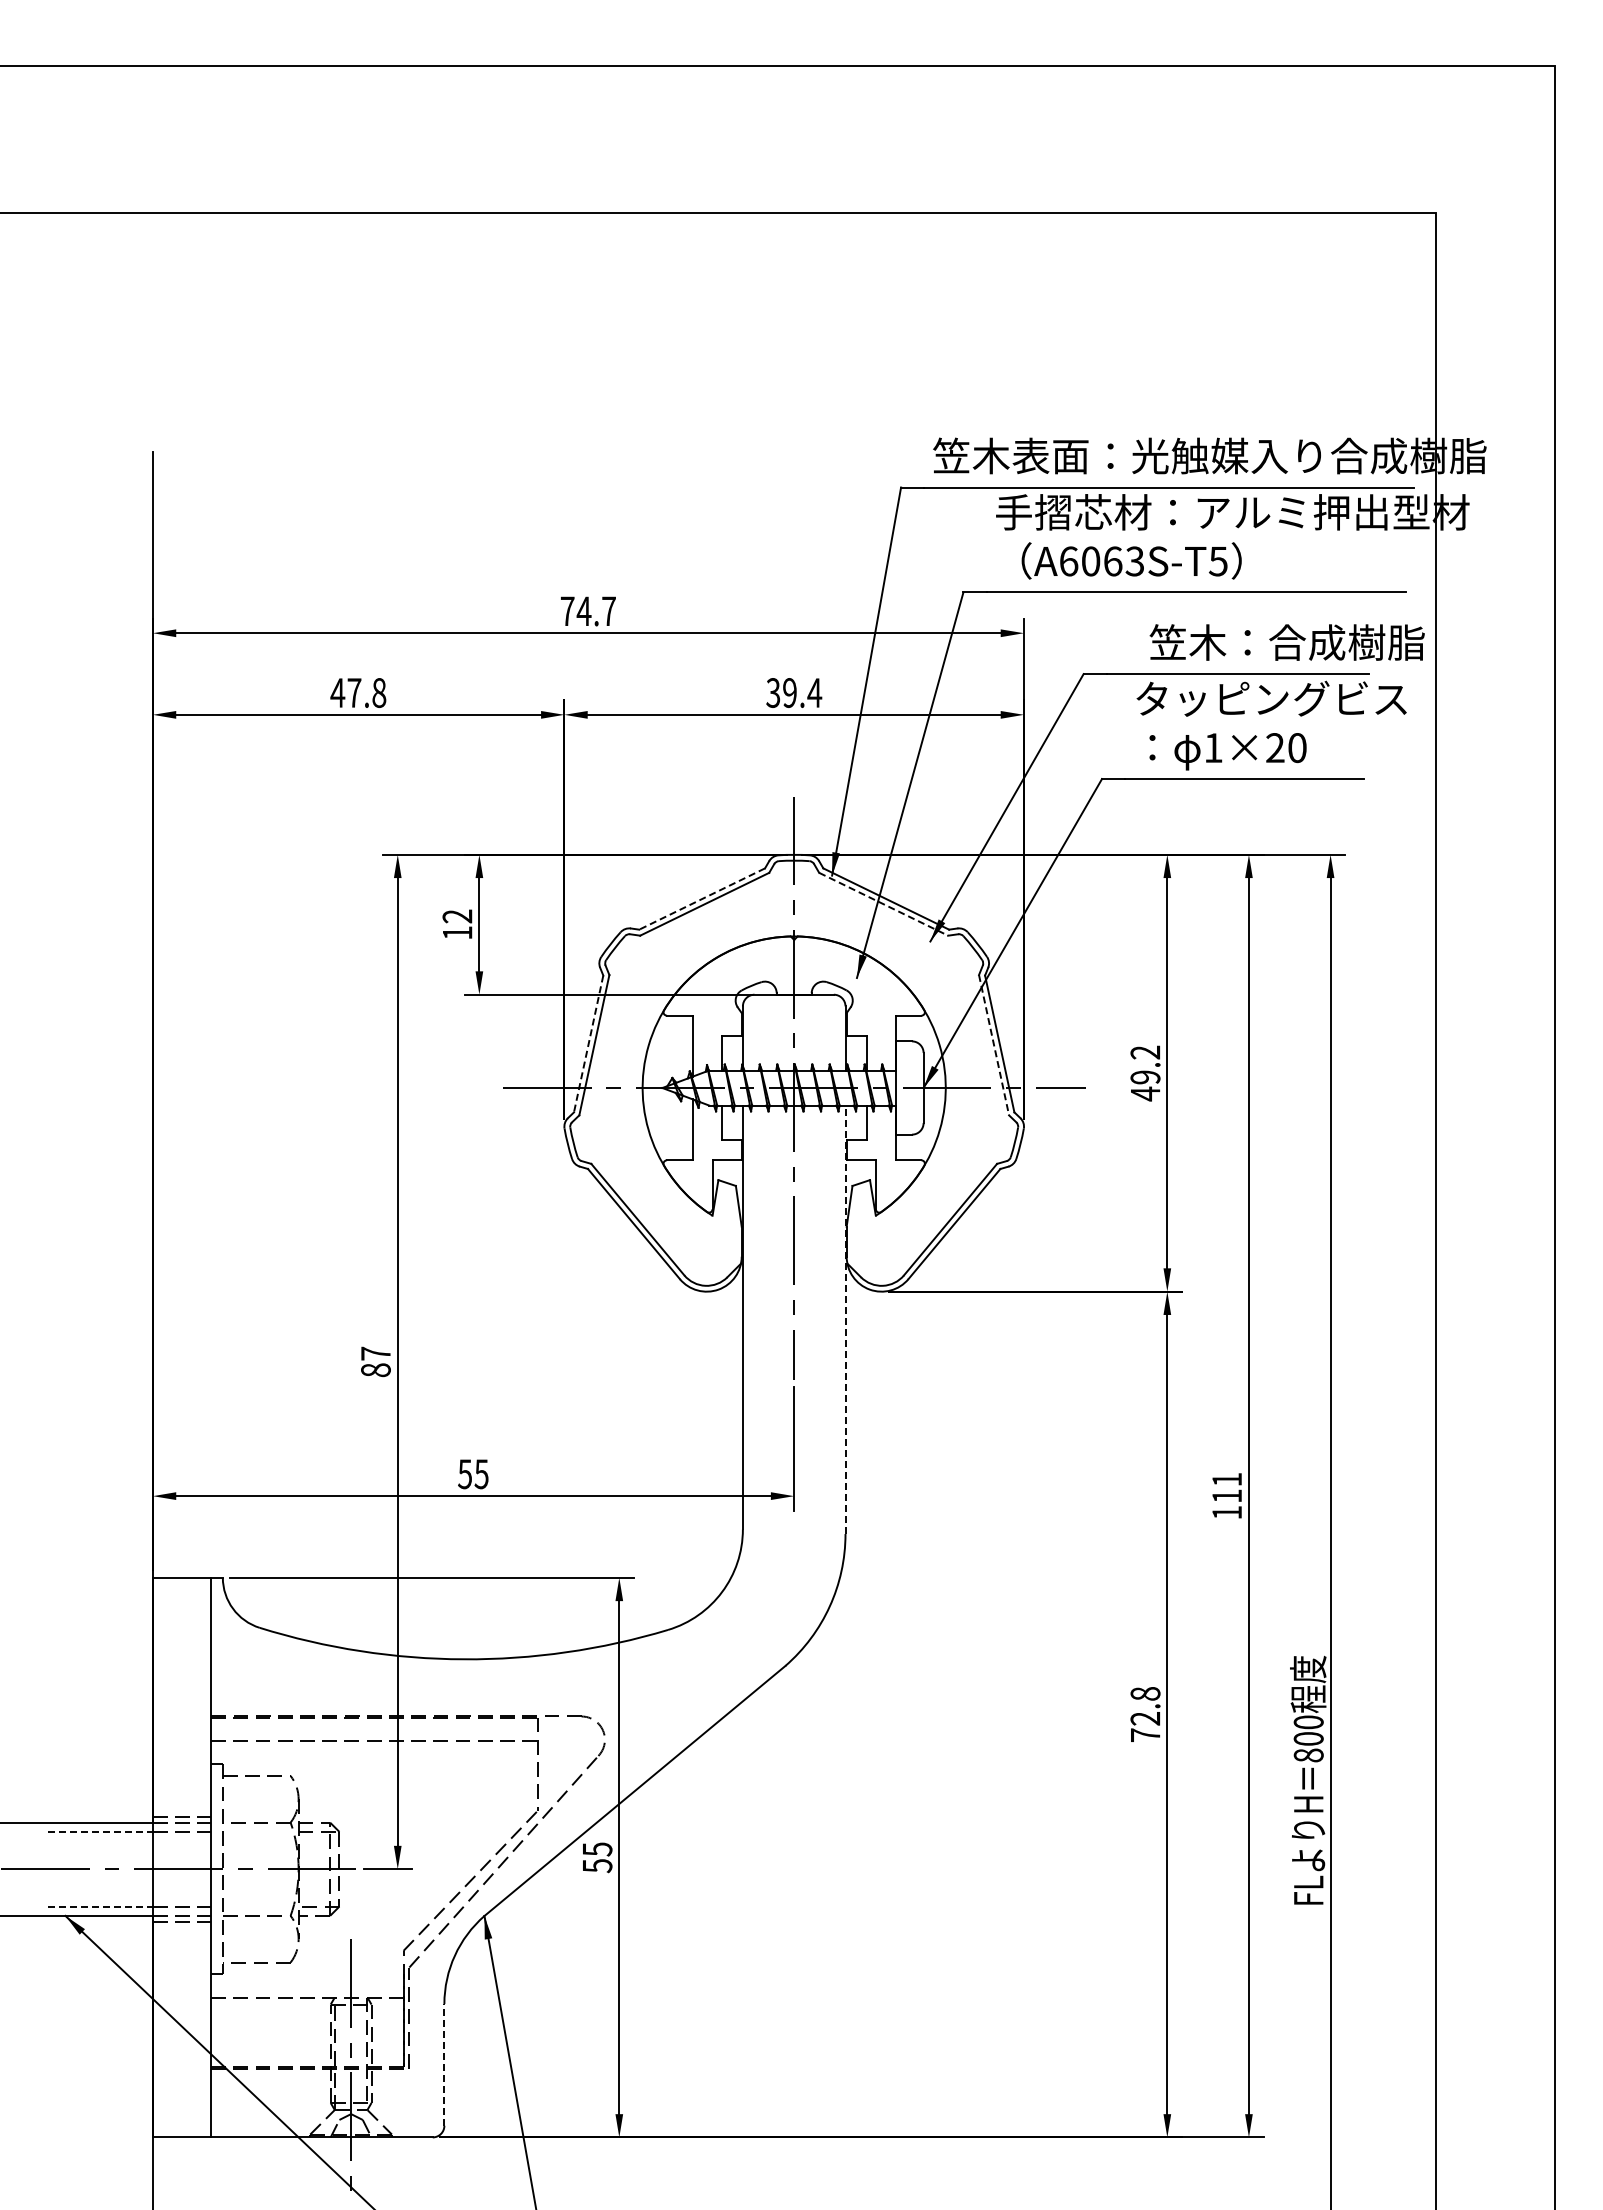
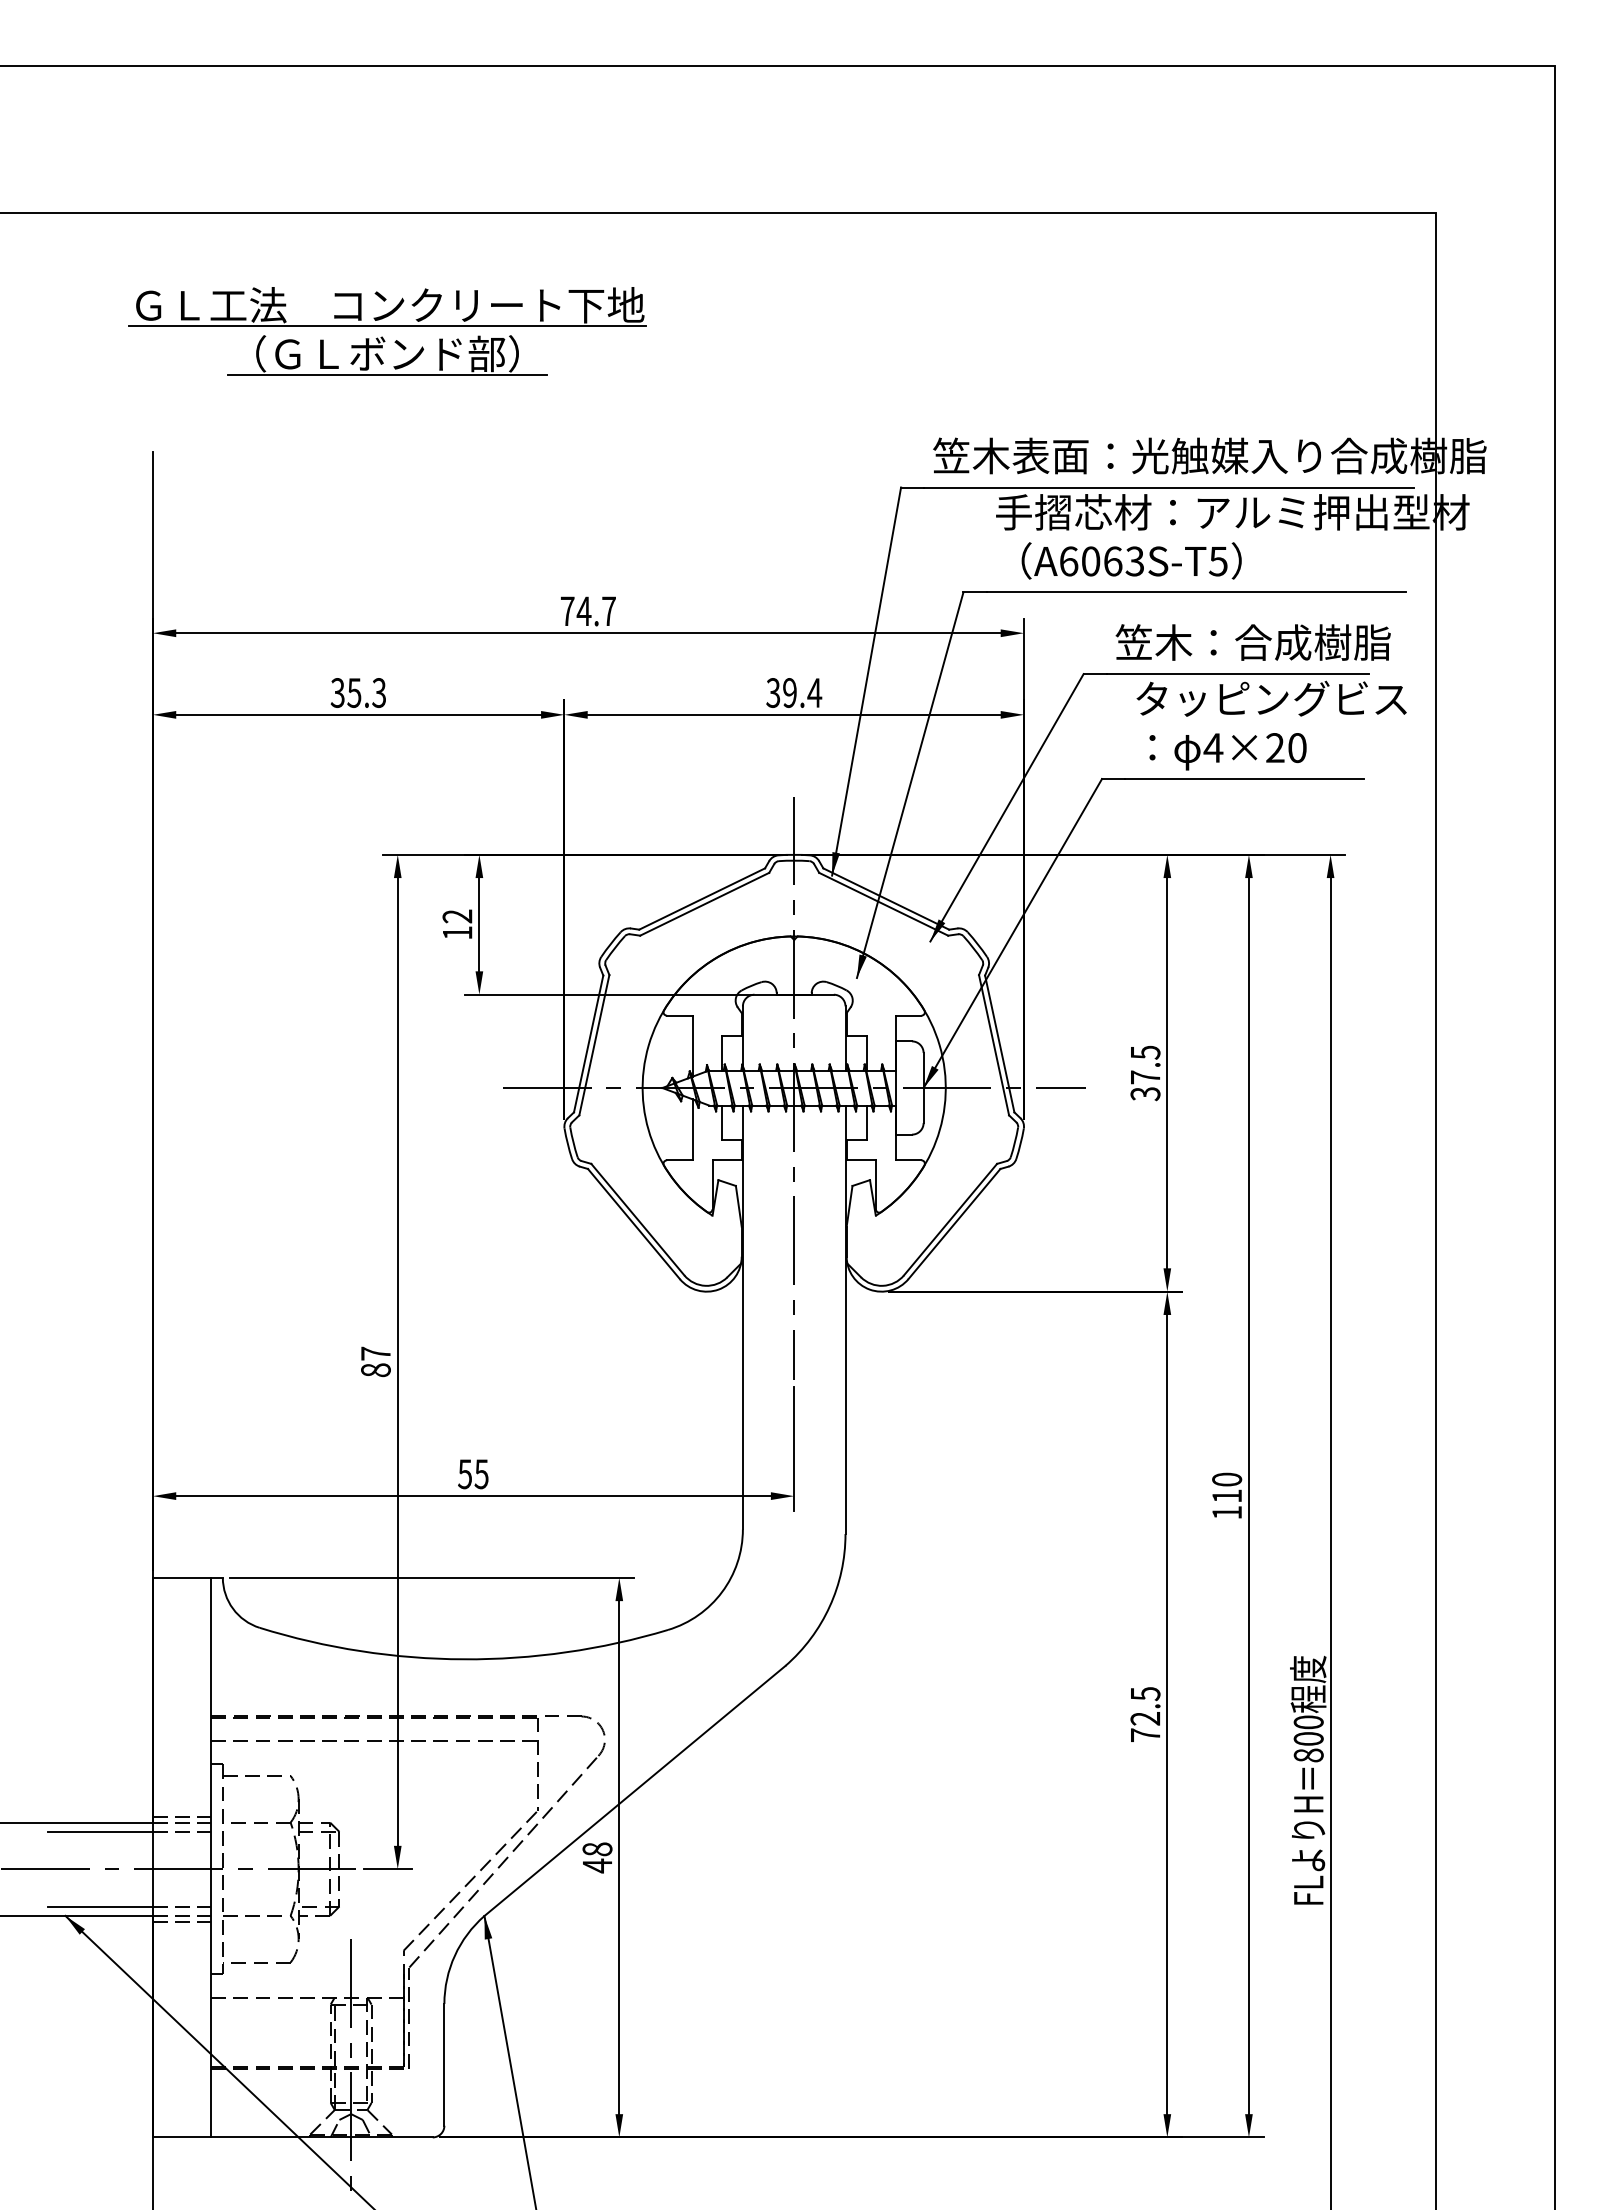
part at (387, 331): none -> present
text at (1286, 642) position: (1286, 642) -> (1252, 642)
text at (358, 693): 47.8 -> 35.3
text at (1213, 747): 1×20 -> 4×20
line at (702, 899): dashed -> solid
line at (883, 904): dashed -> solid
line at (588, 1043): dashed -> solid
line at (994, 1045): dashed -> solid
text at (1145, 1073): 49.2 -> 37.5
line at (845, 1319): dashed -> solid
text at (1227, 1479): 111 -> 110
text at (1145, 1694): 72.8 -> 72.5
line at (100, 1831): dashed -> solid
text at (597, 1857): 55 -> 48
line at (100, 1906): dashed -> solid
line at (444, 2064): dashed -> solid
